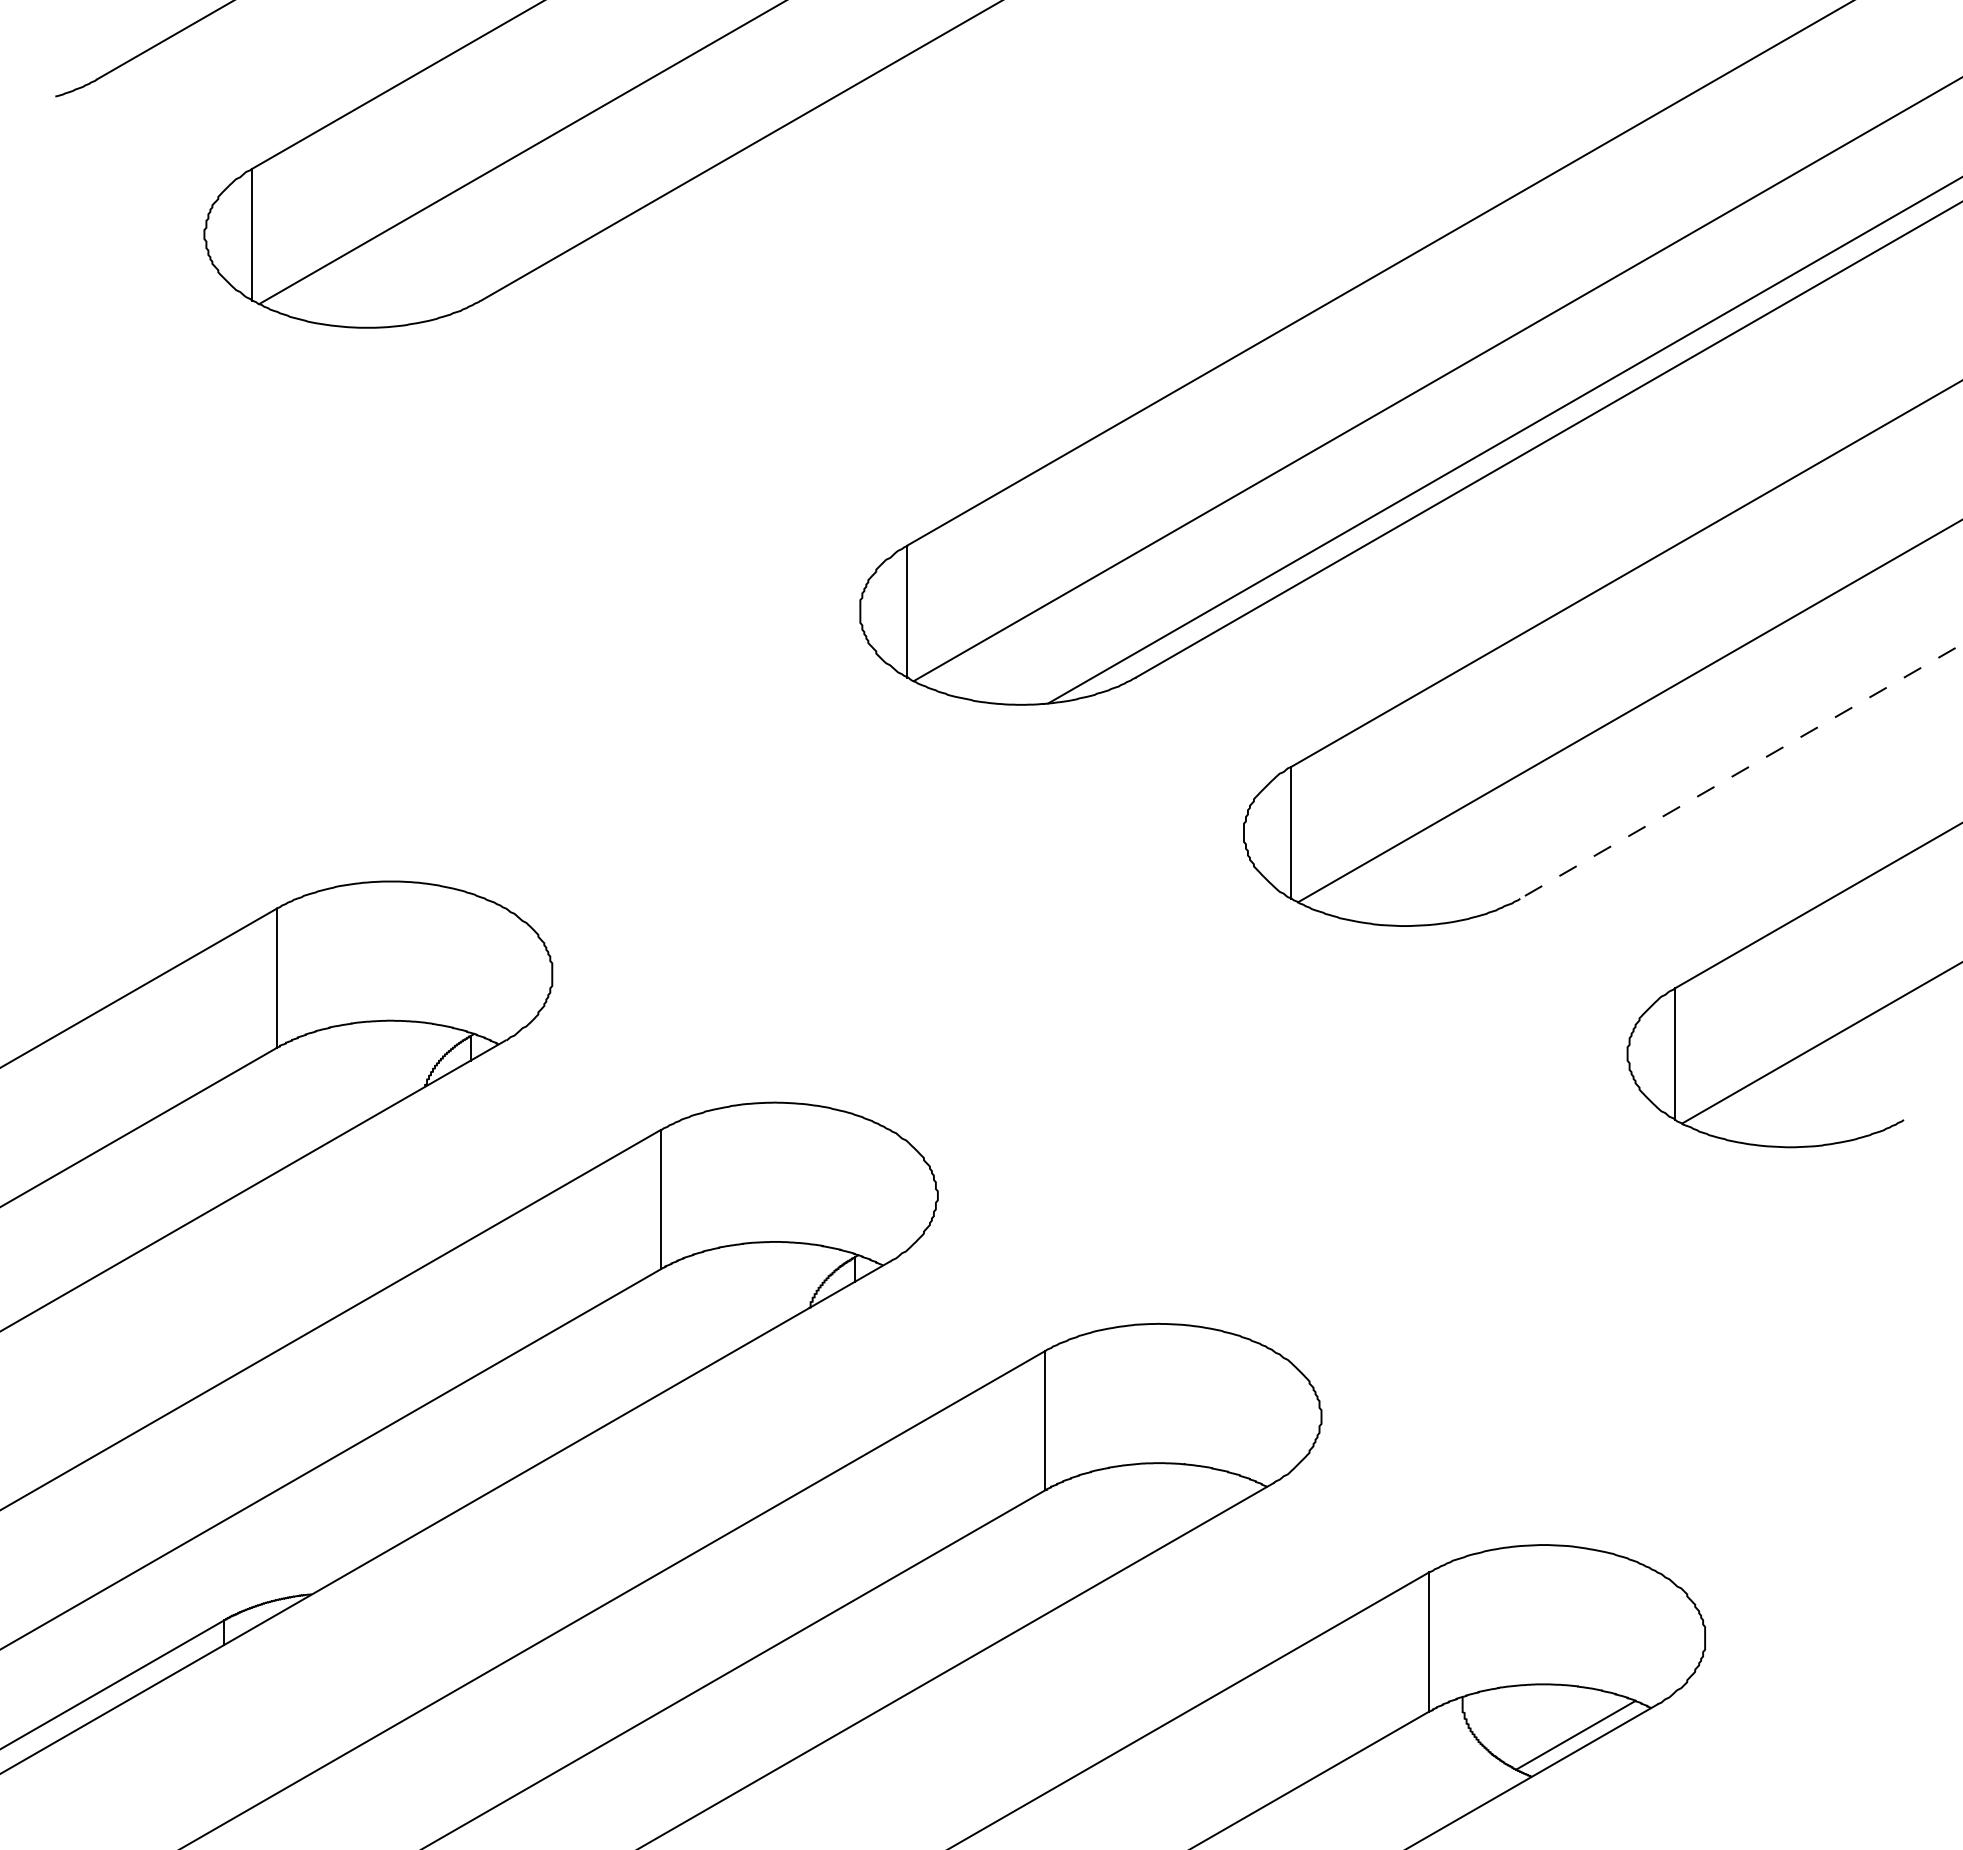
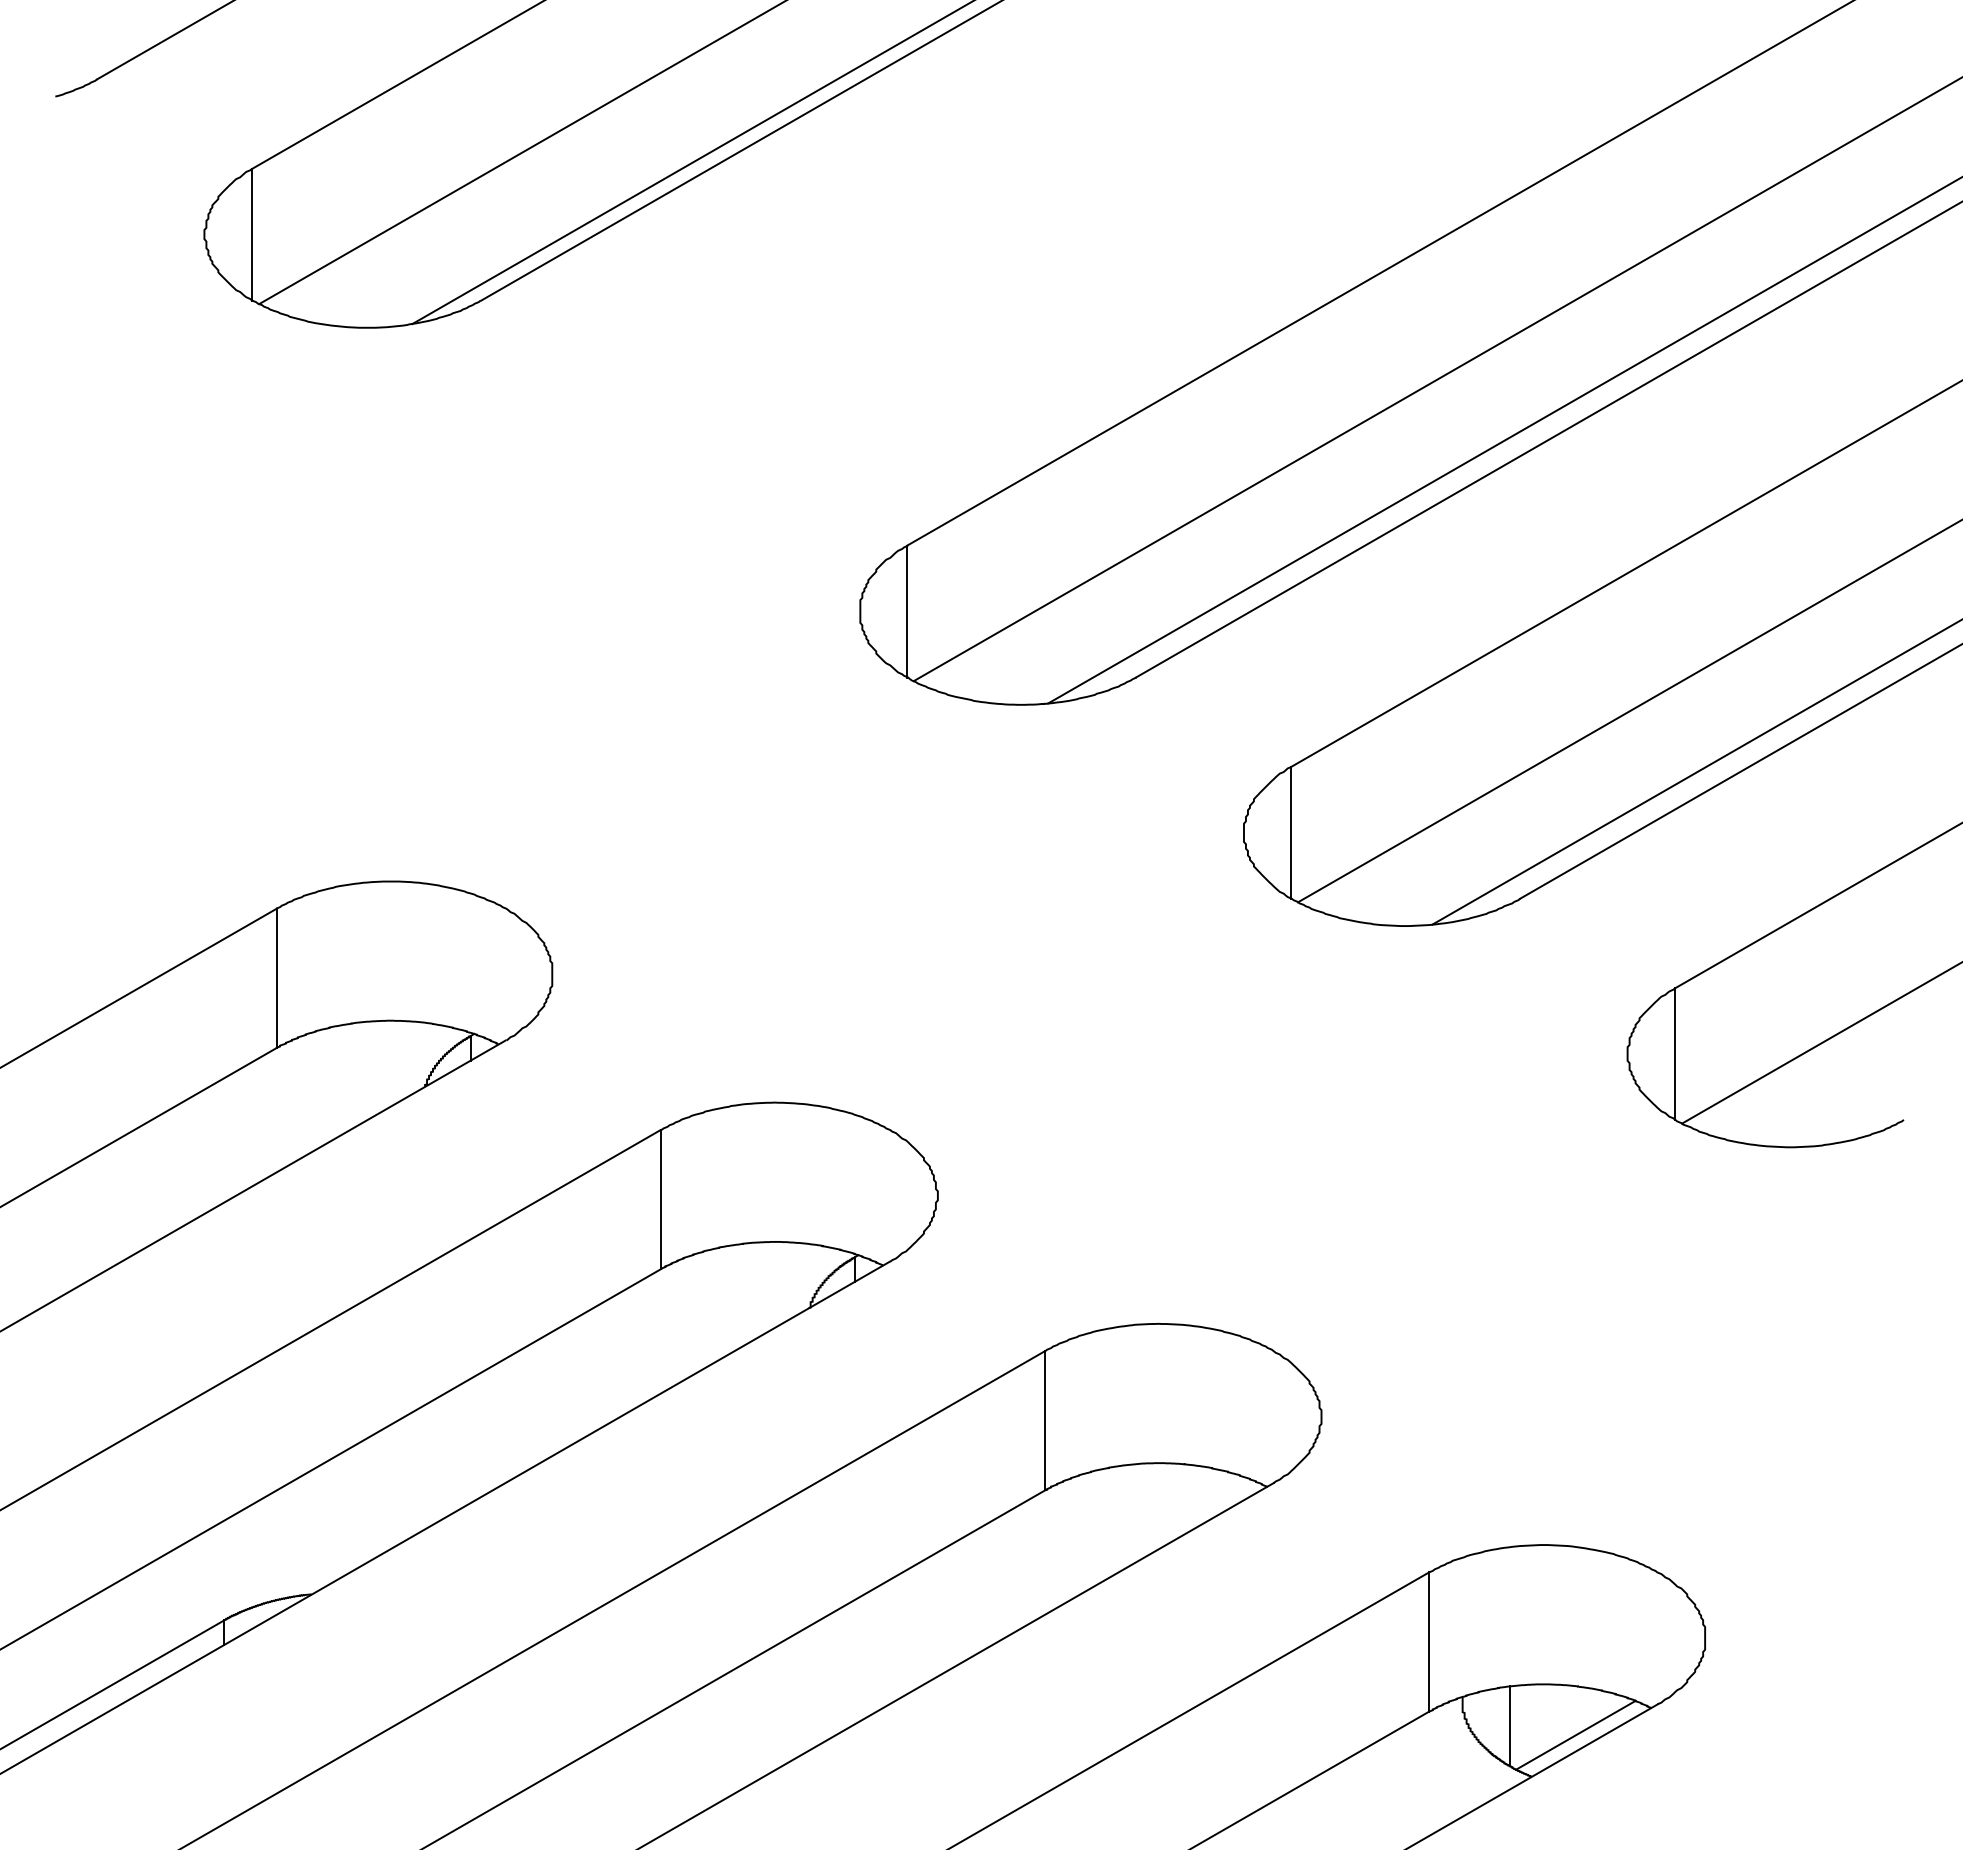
line at (691, 163): none -> present
line at (1741, 771): dashed -> solid
line at (1695, 772): none -> present
line at (1509, 1726): none -> present
